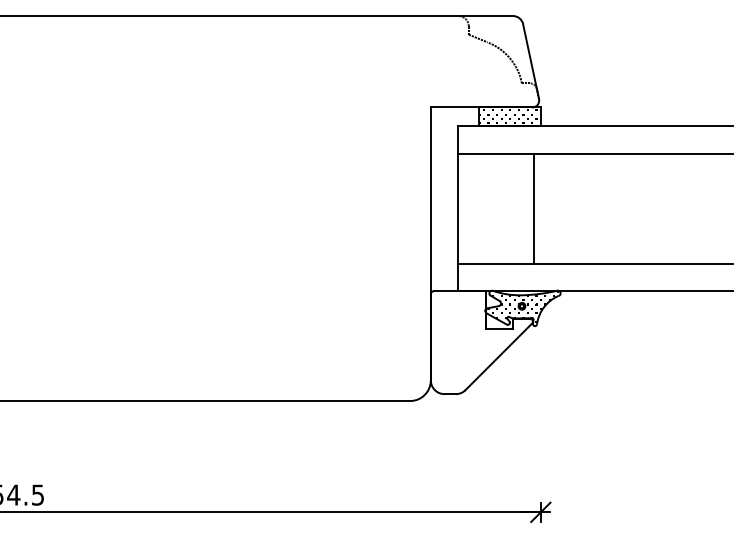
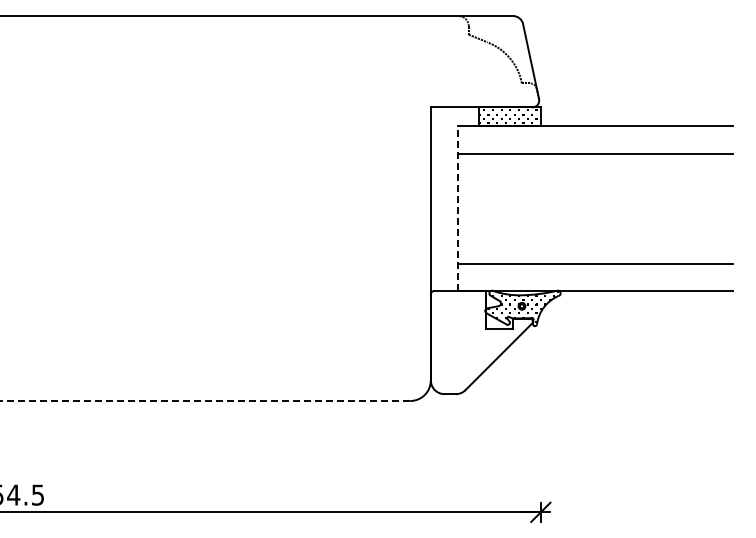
line at (458, 208): solid -> dashed
line at (533, 208): present -> none
line at (205, 401): solid -> dashed
